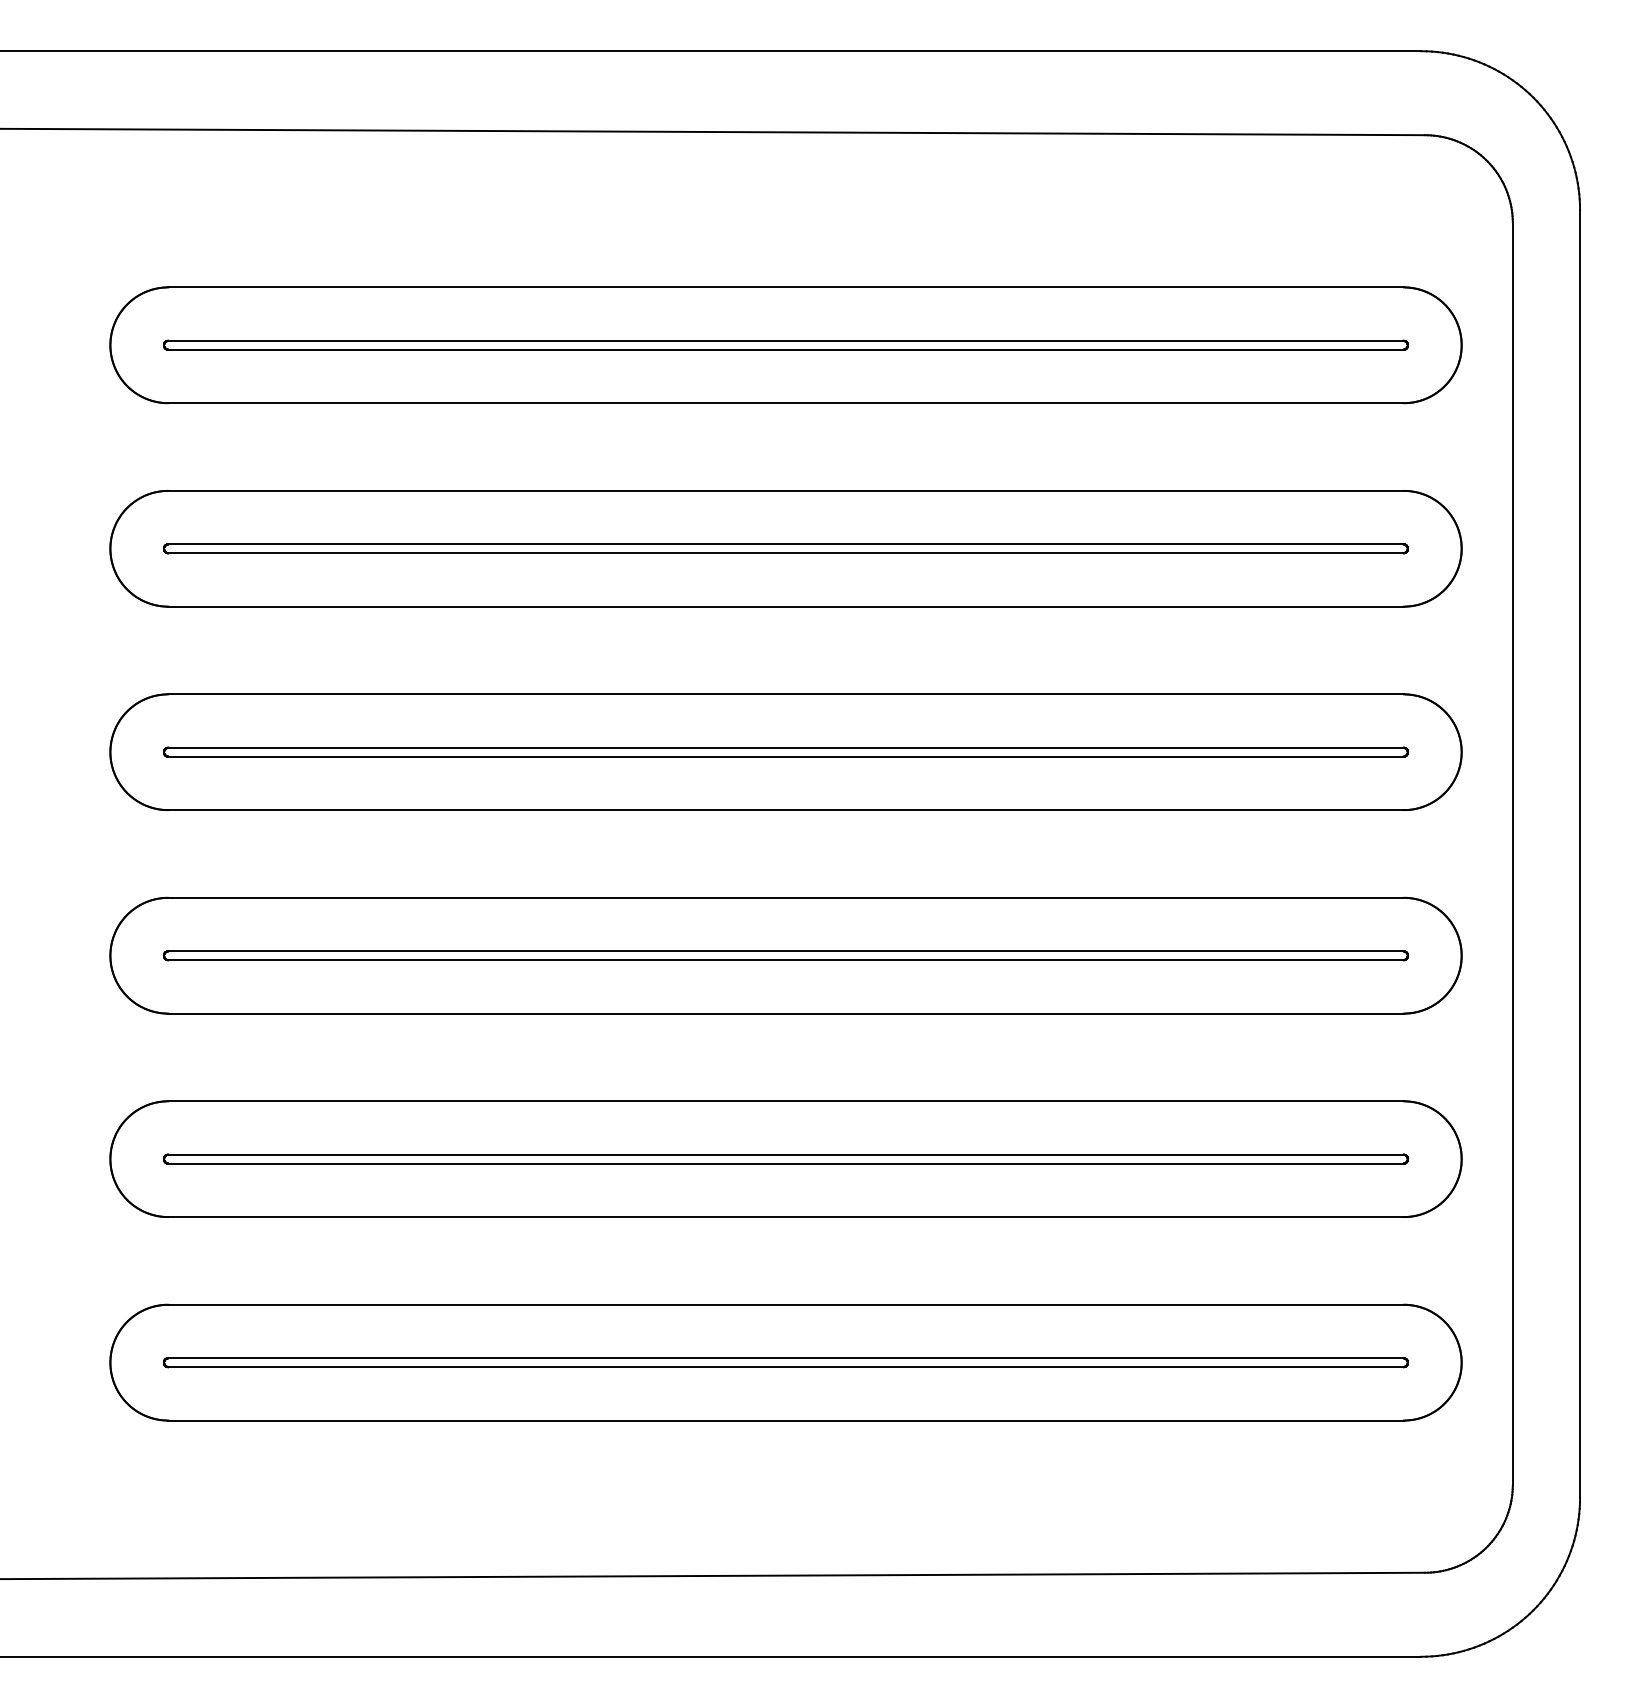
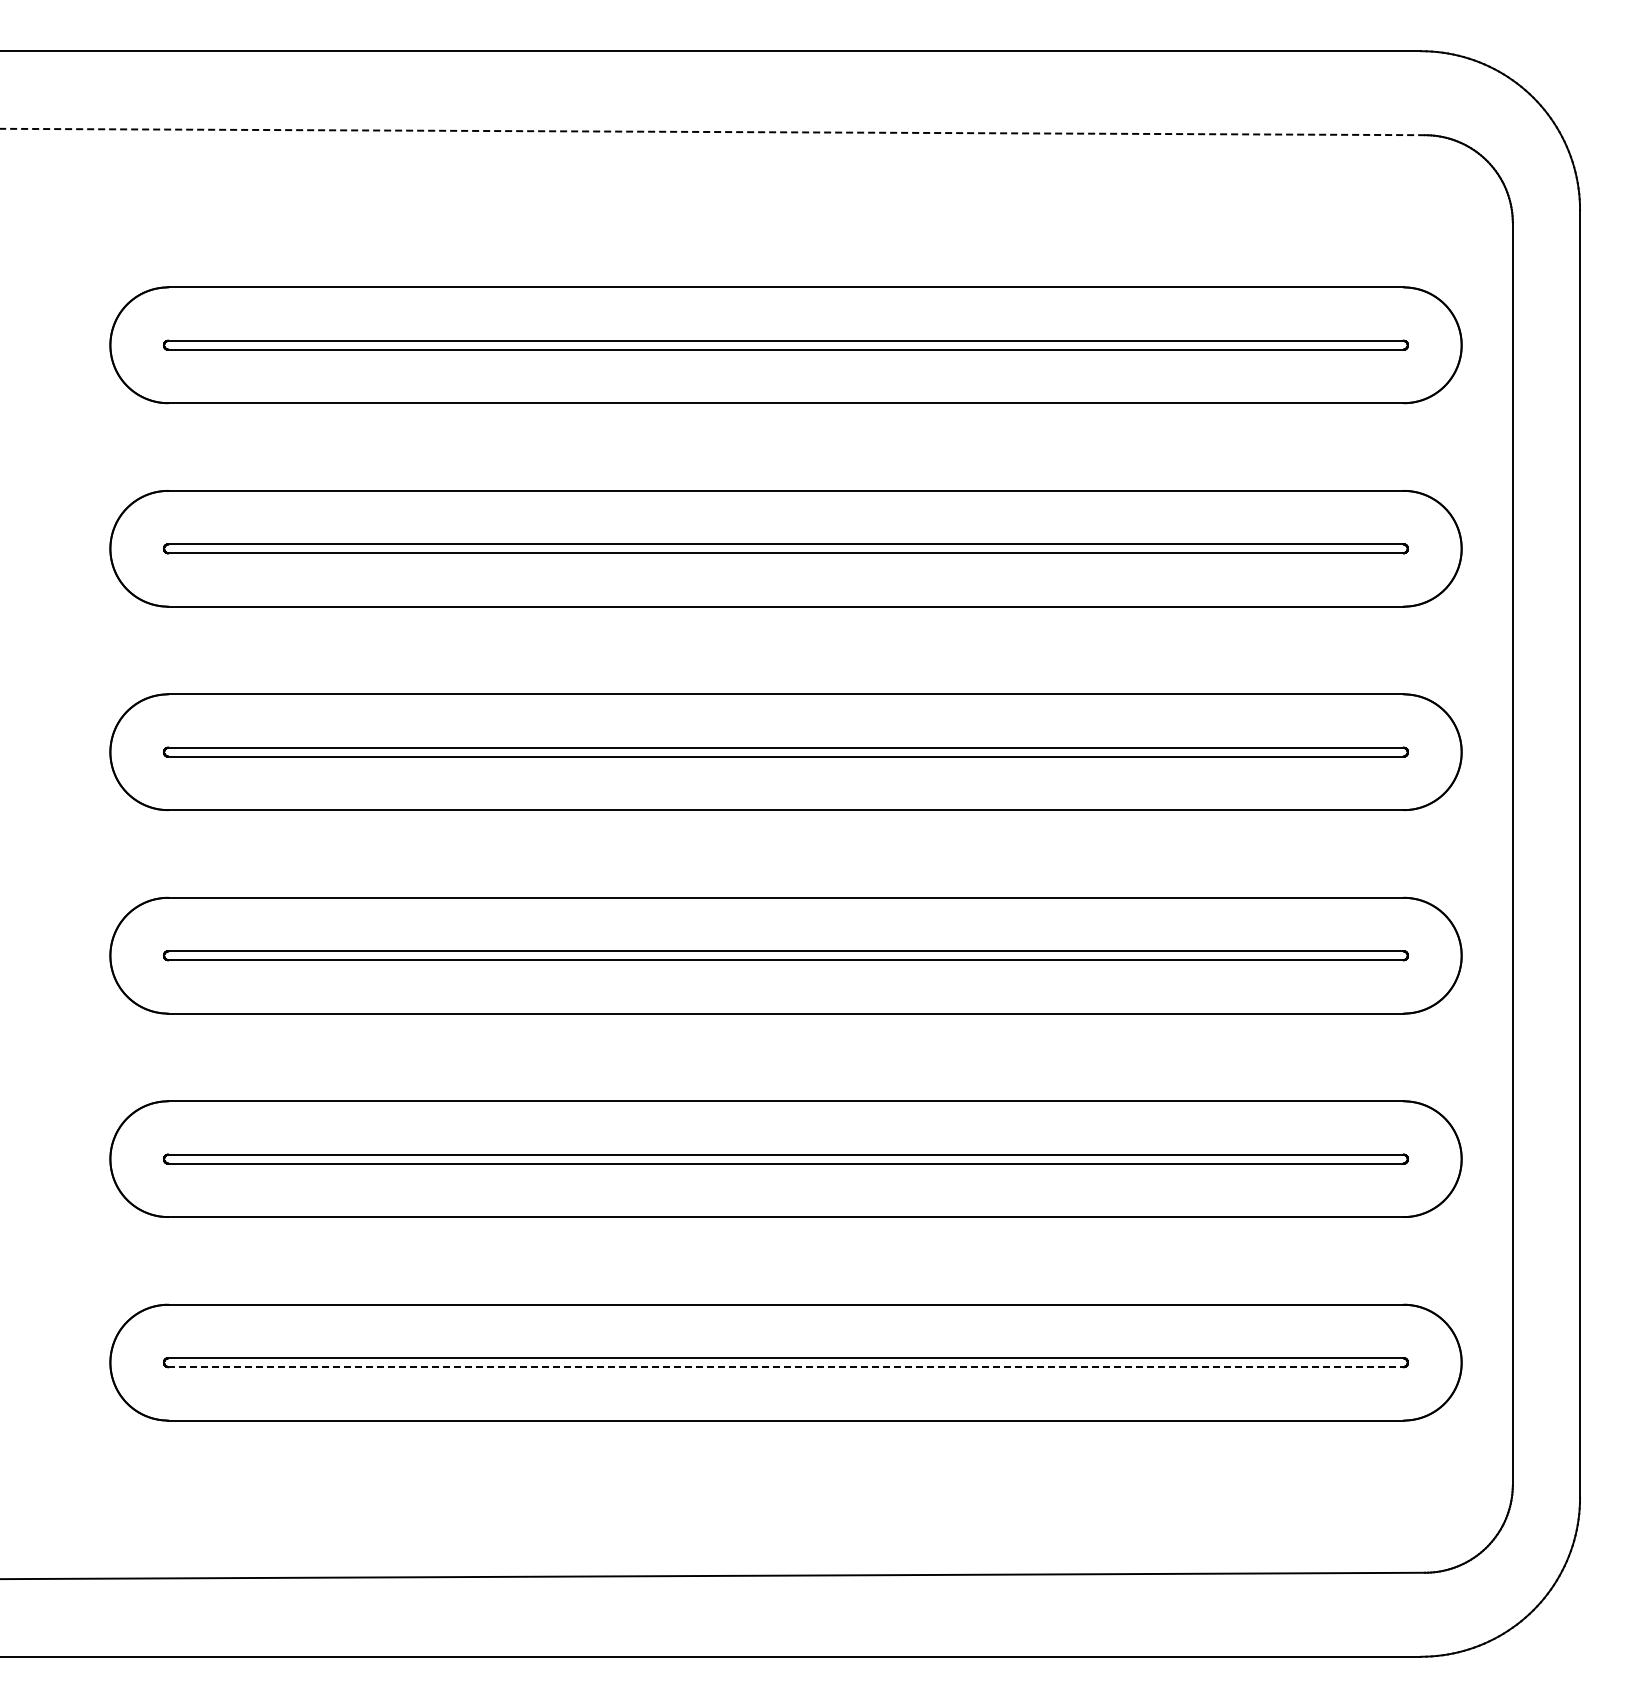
line at (712, 132): solid -> dashed
line at (785, 1367): solid -> dashed
